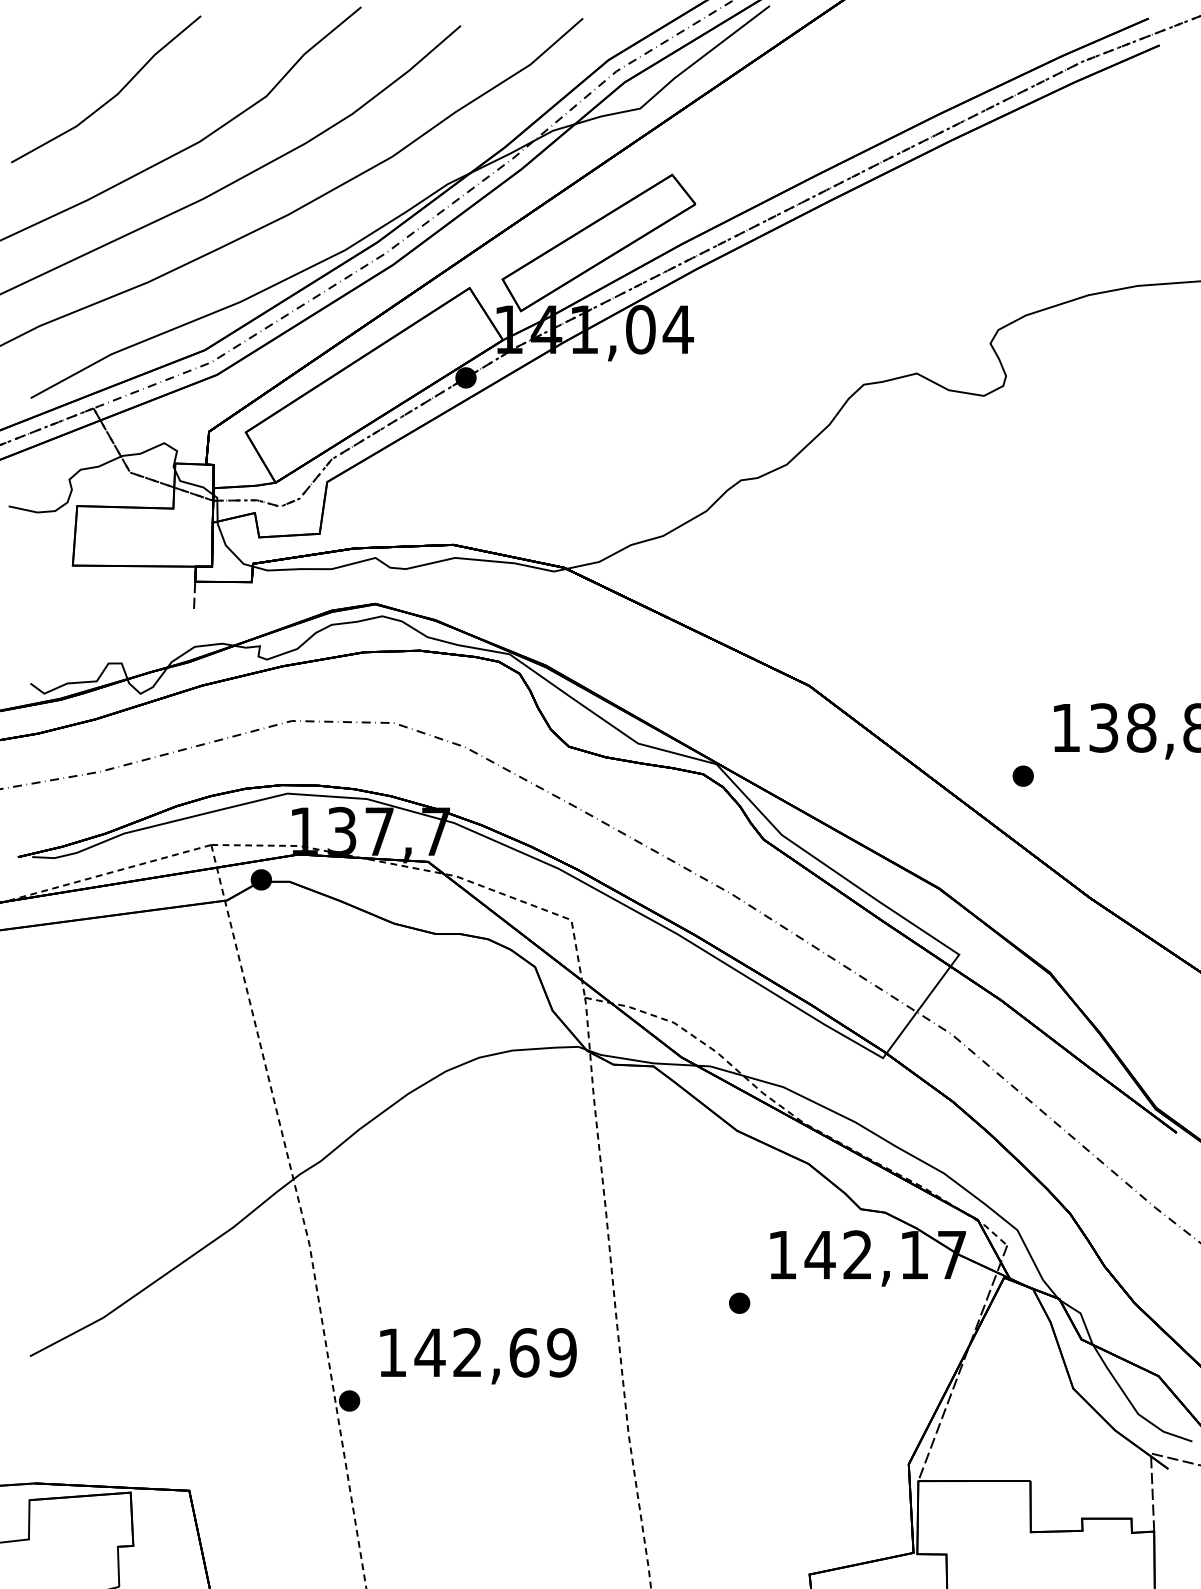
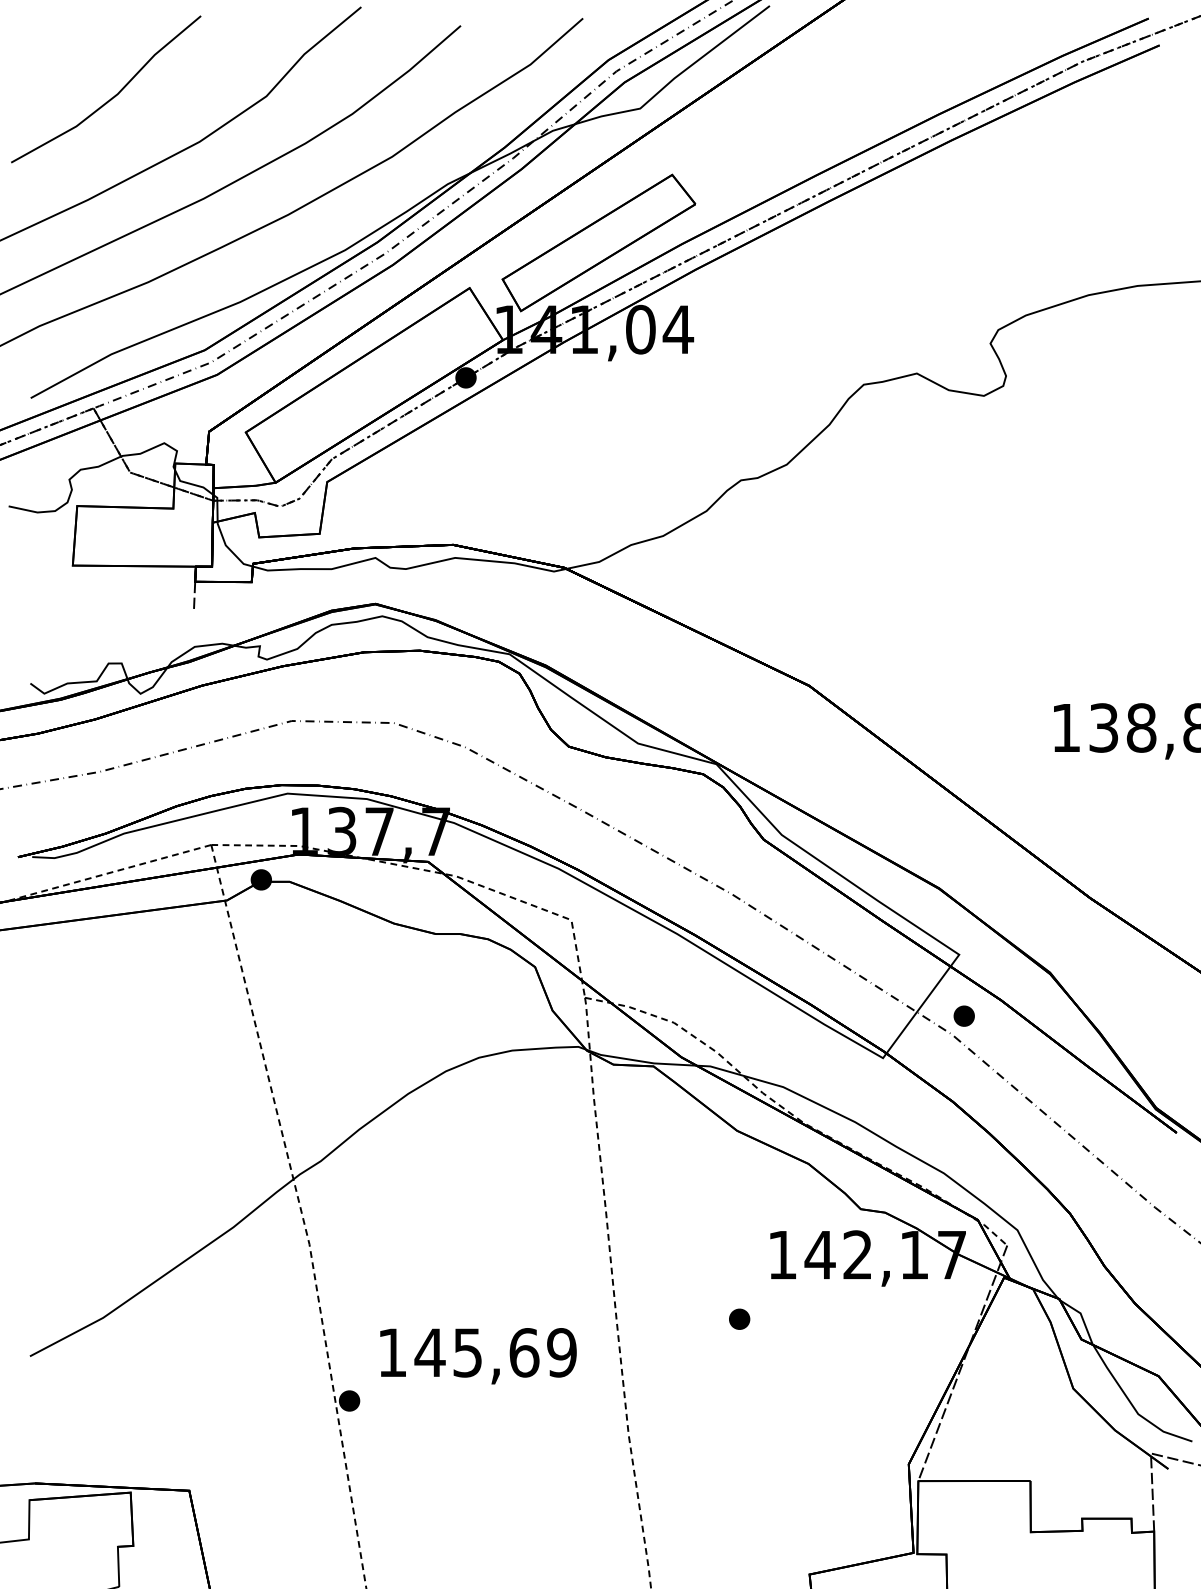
part at (1022, 775) position: (1022, 775) -> (963, 1015)
part at (739, 1302) position: (739, 1302) -> (739, 1318)
text at (467, 1352): 142,69 -> 145,69
